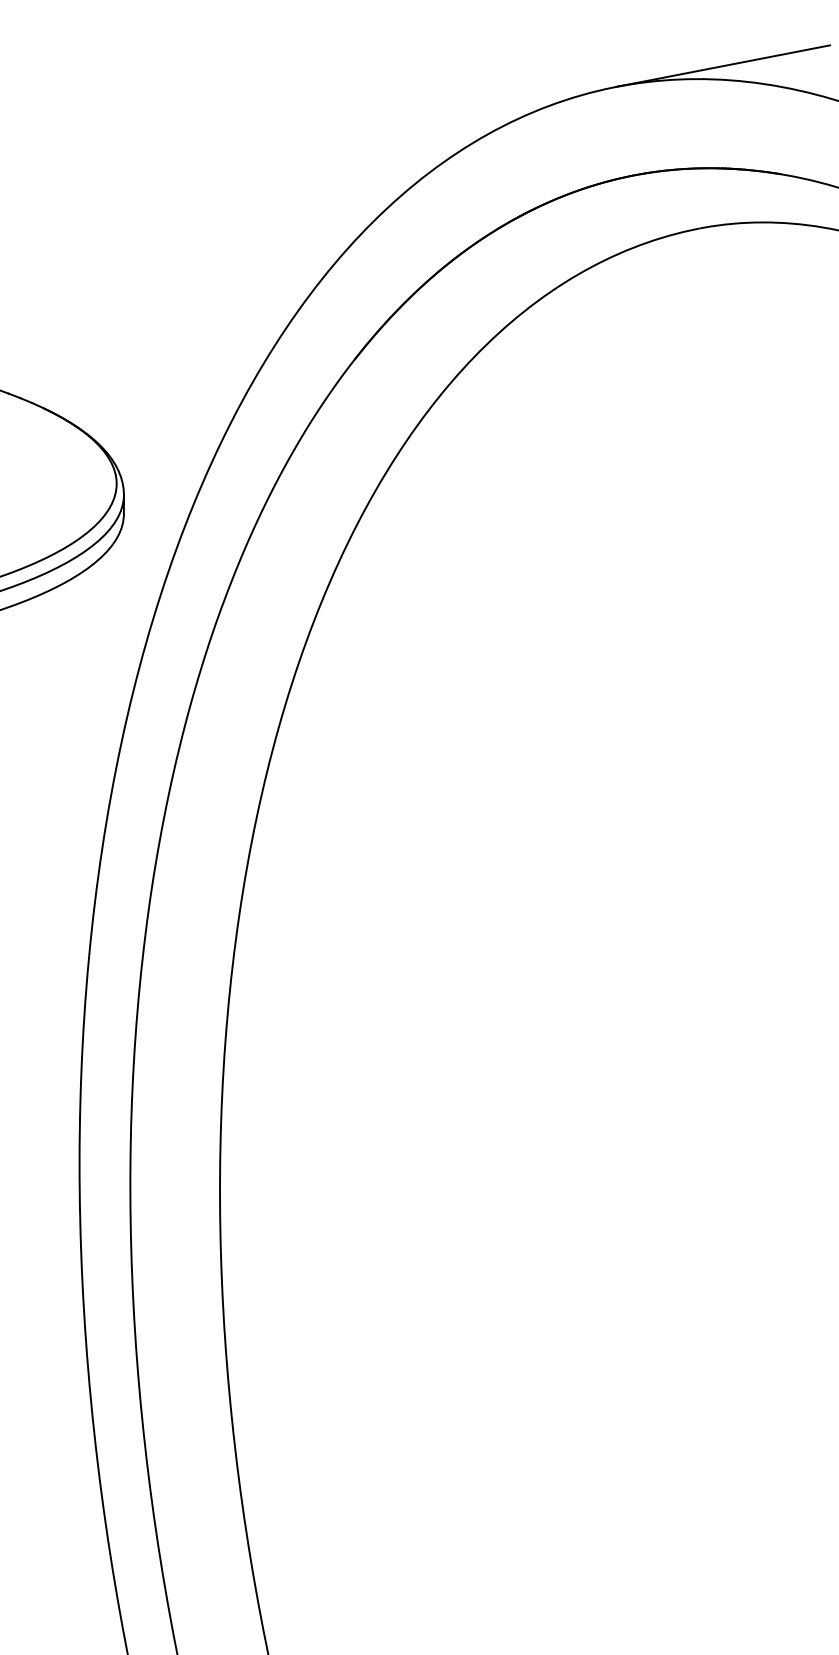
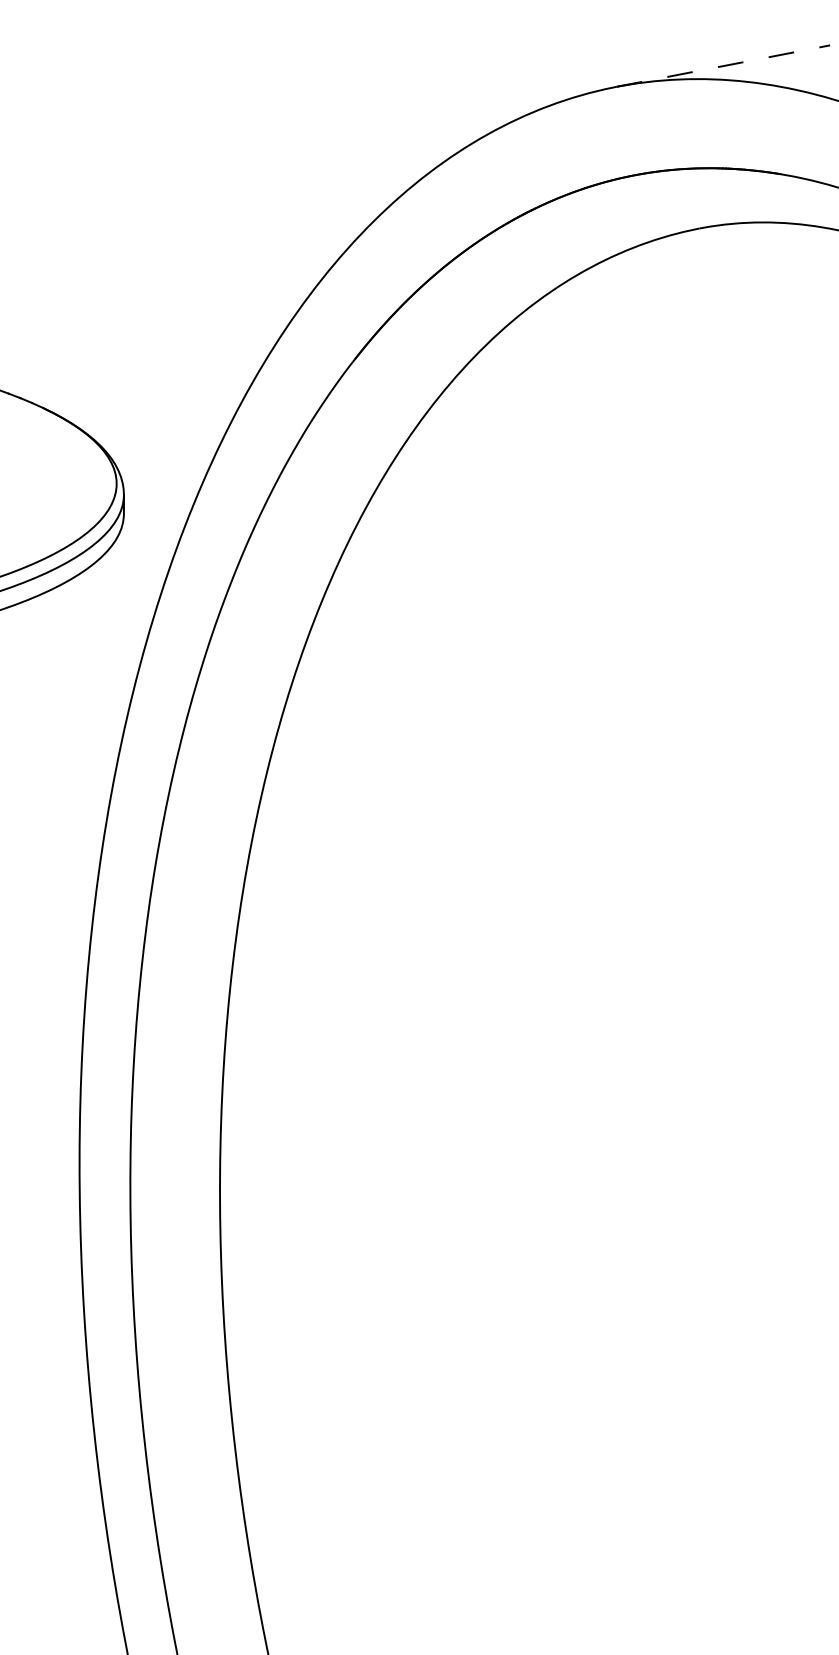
line at (723, 66): solid -> dashed
